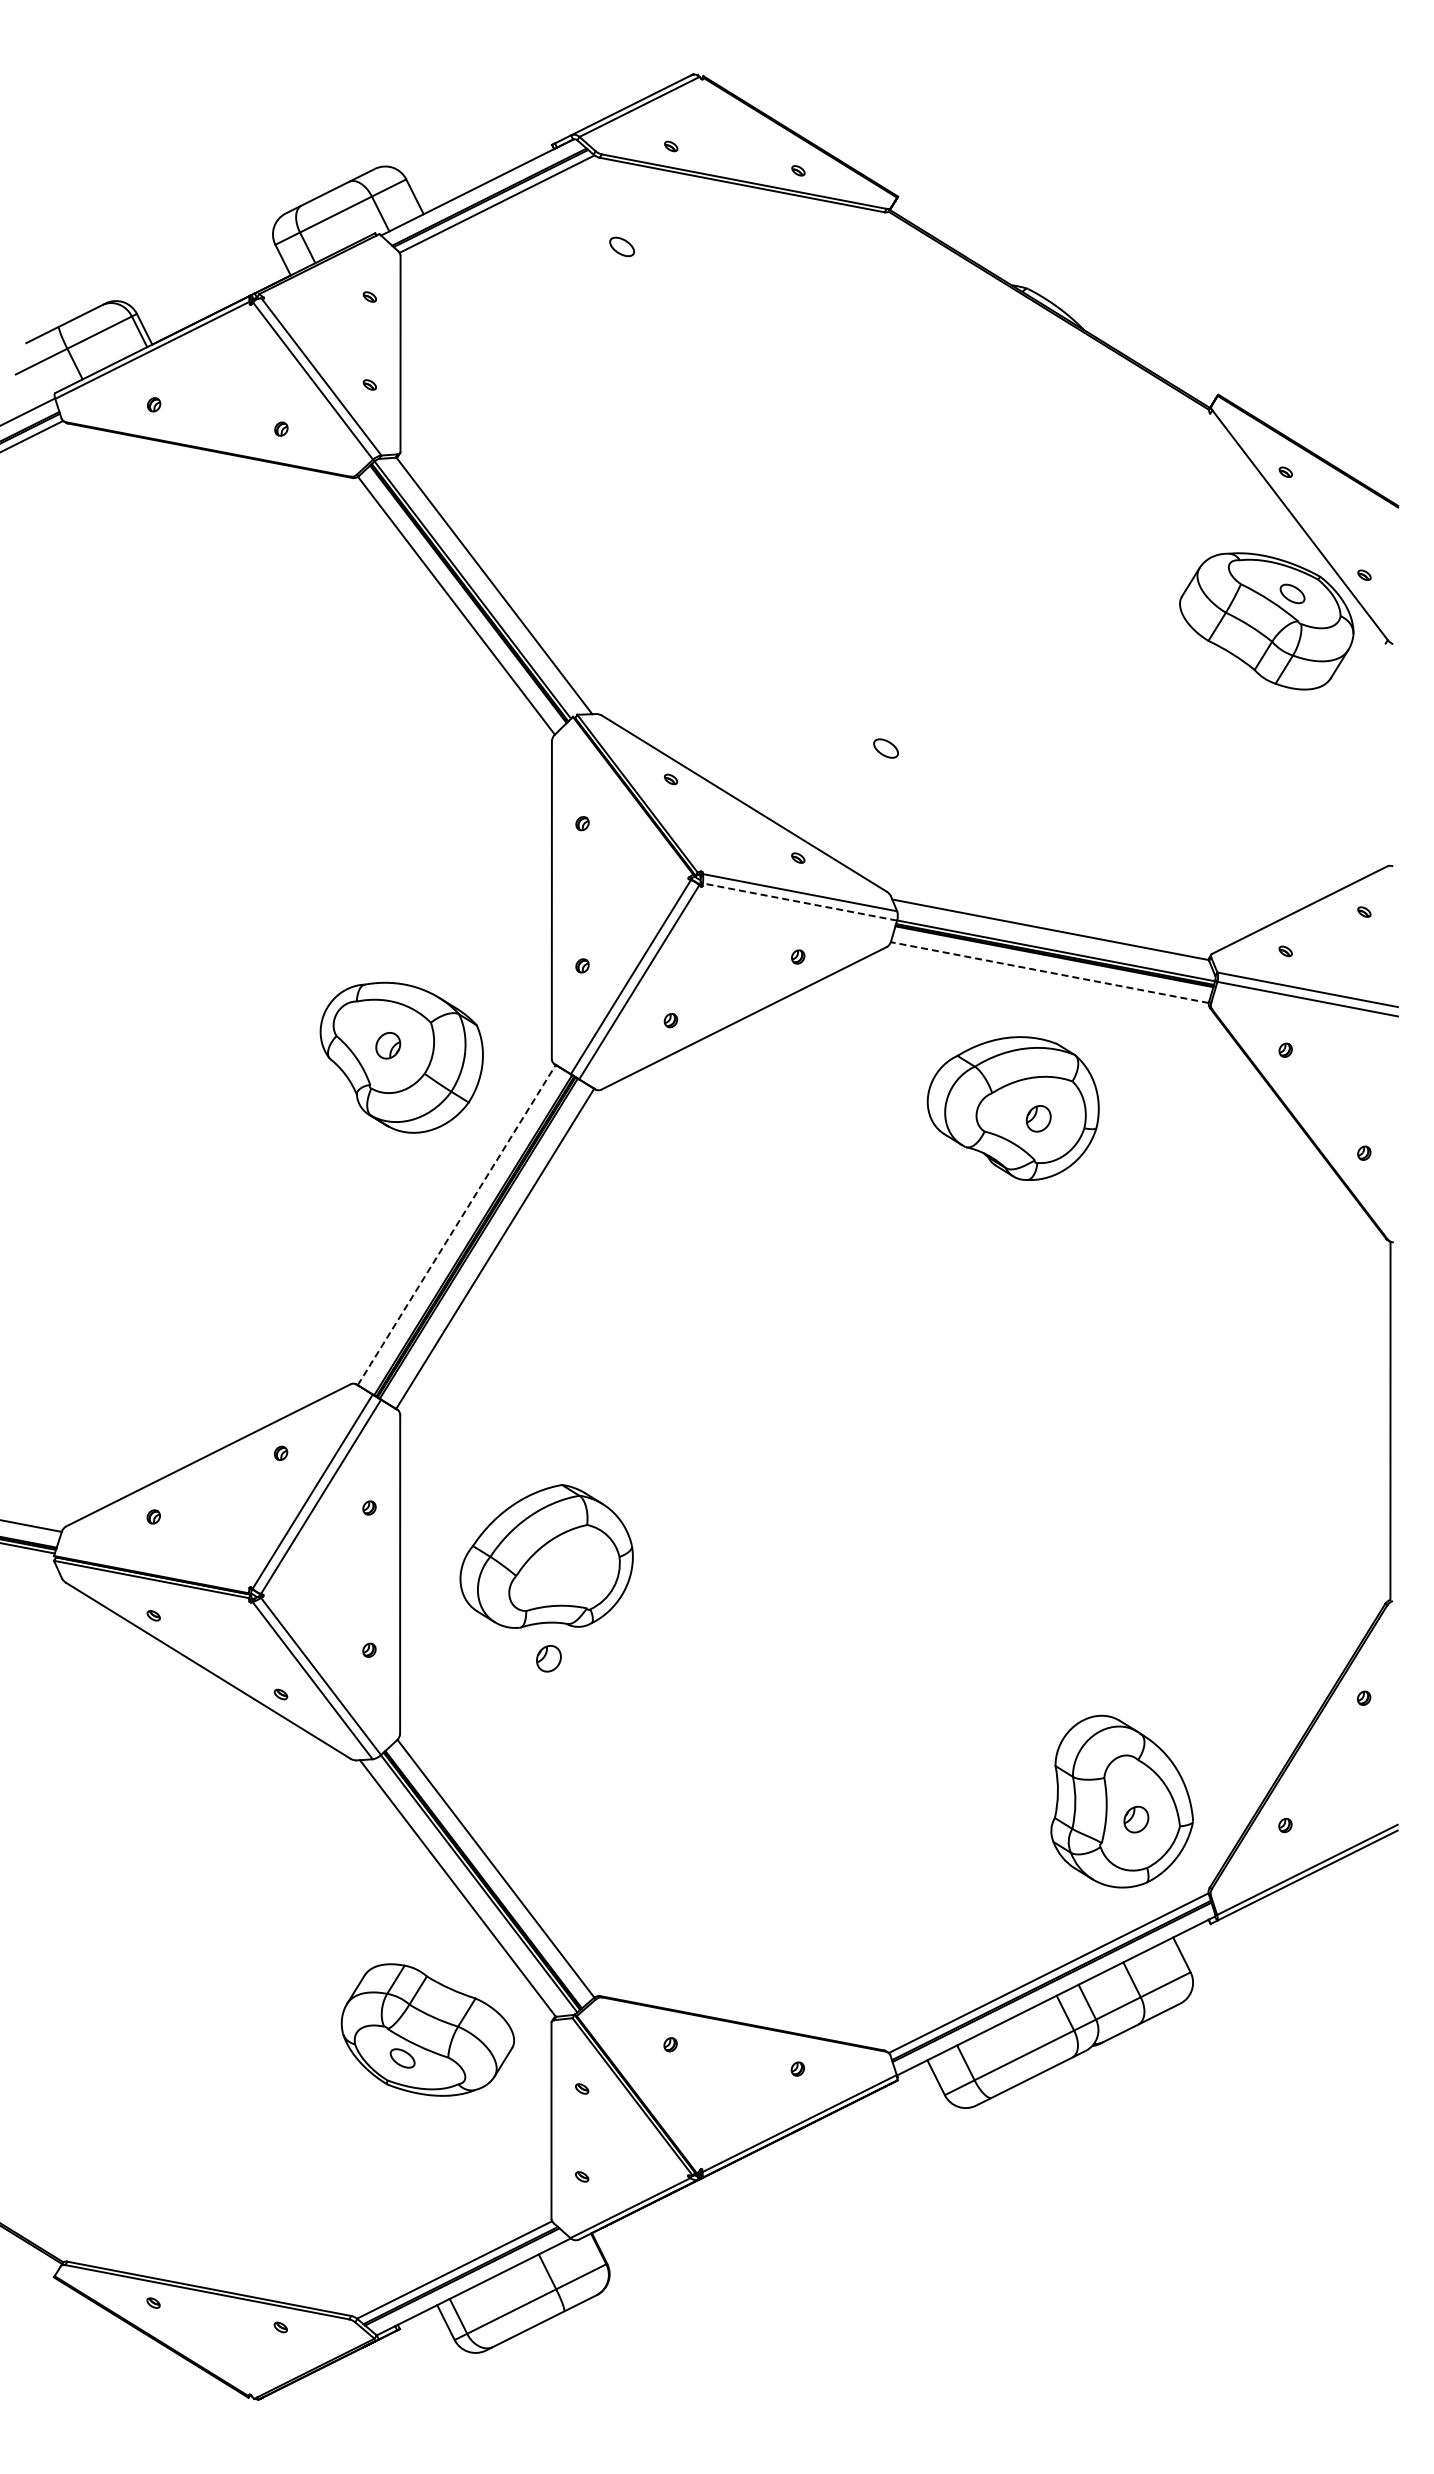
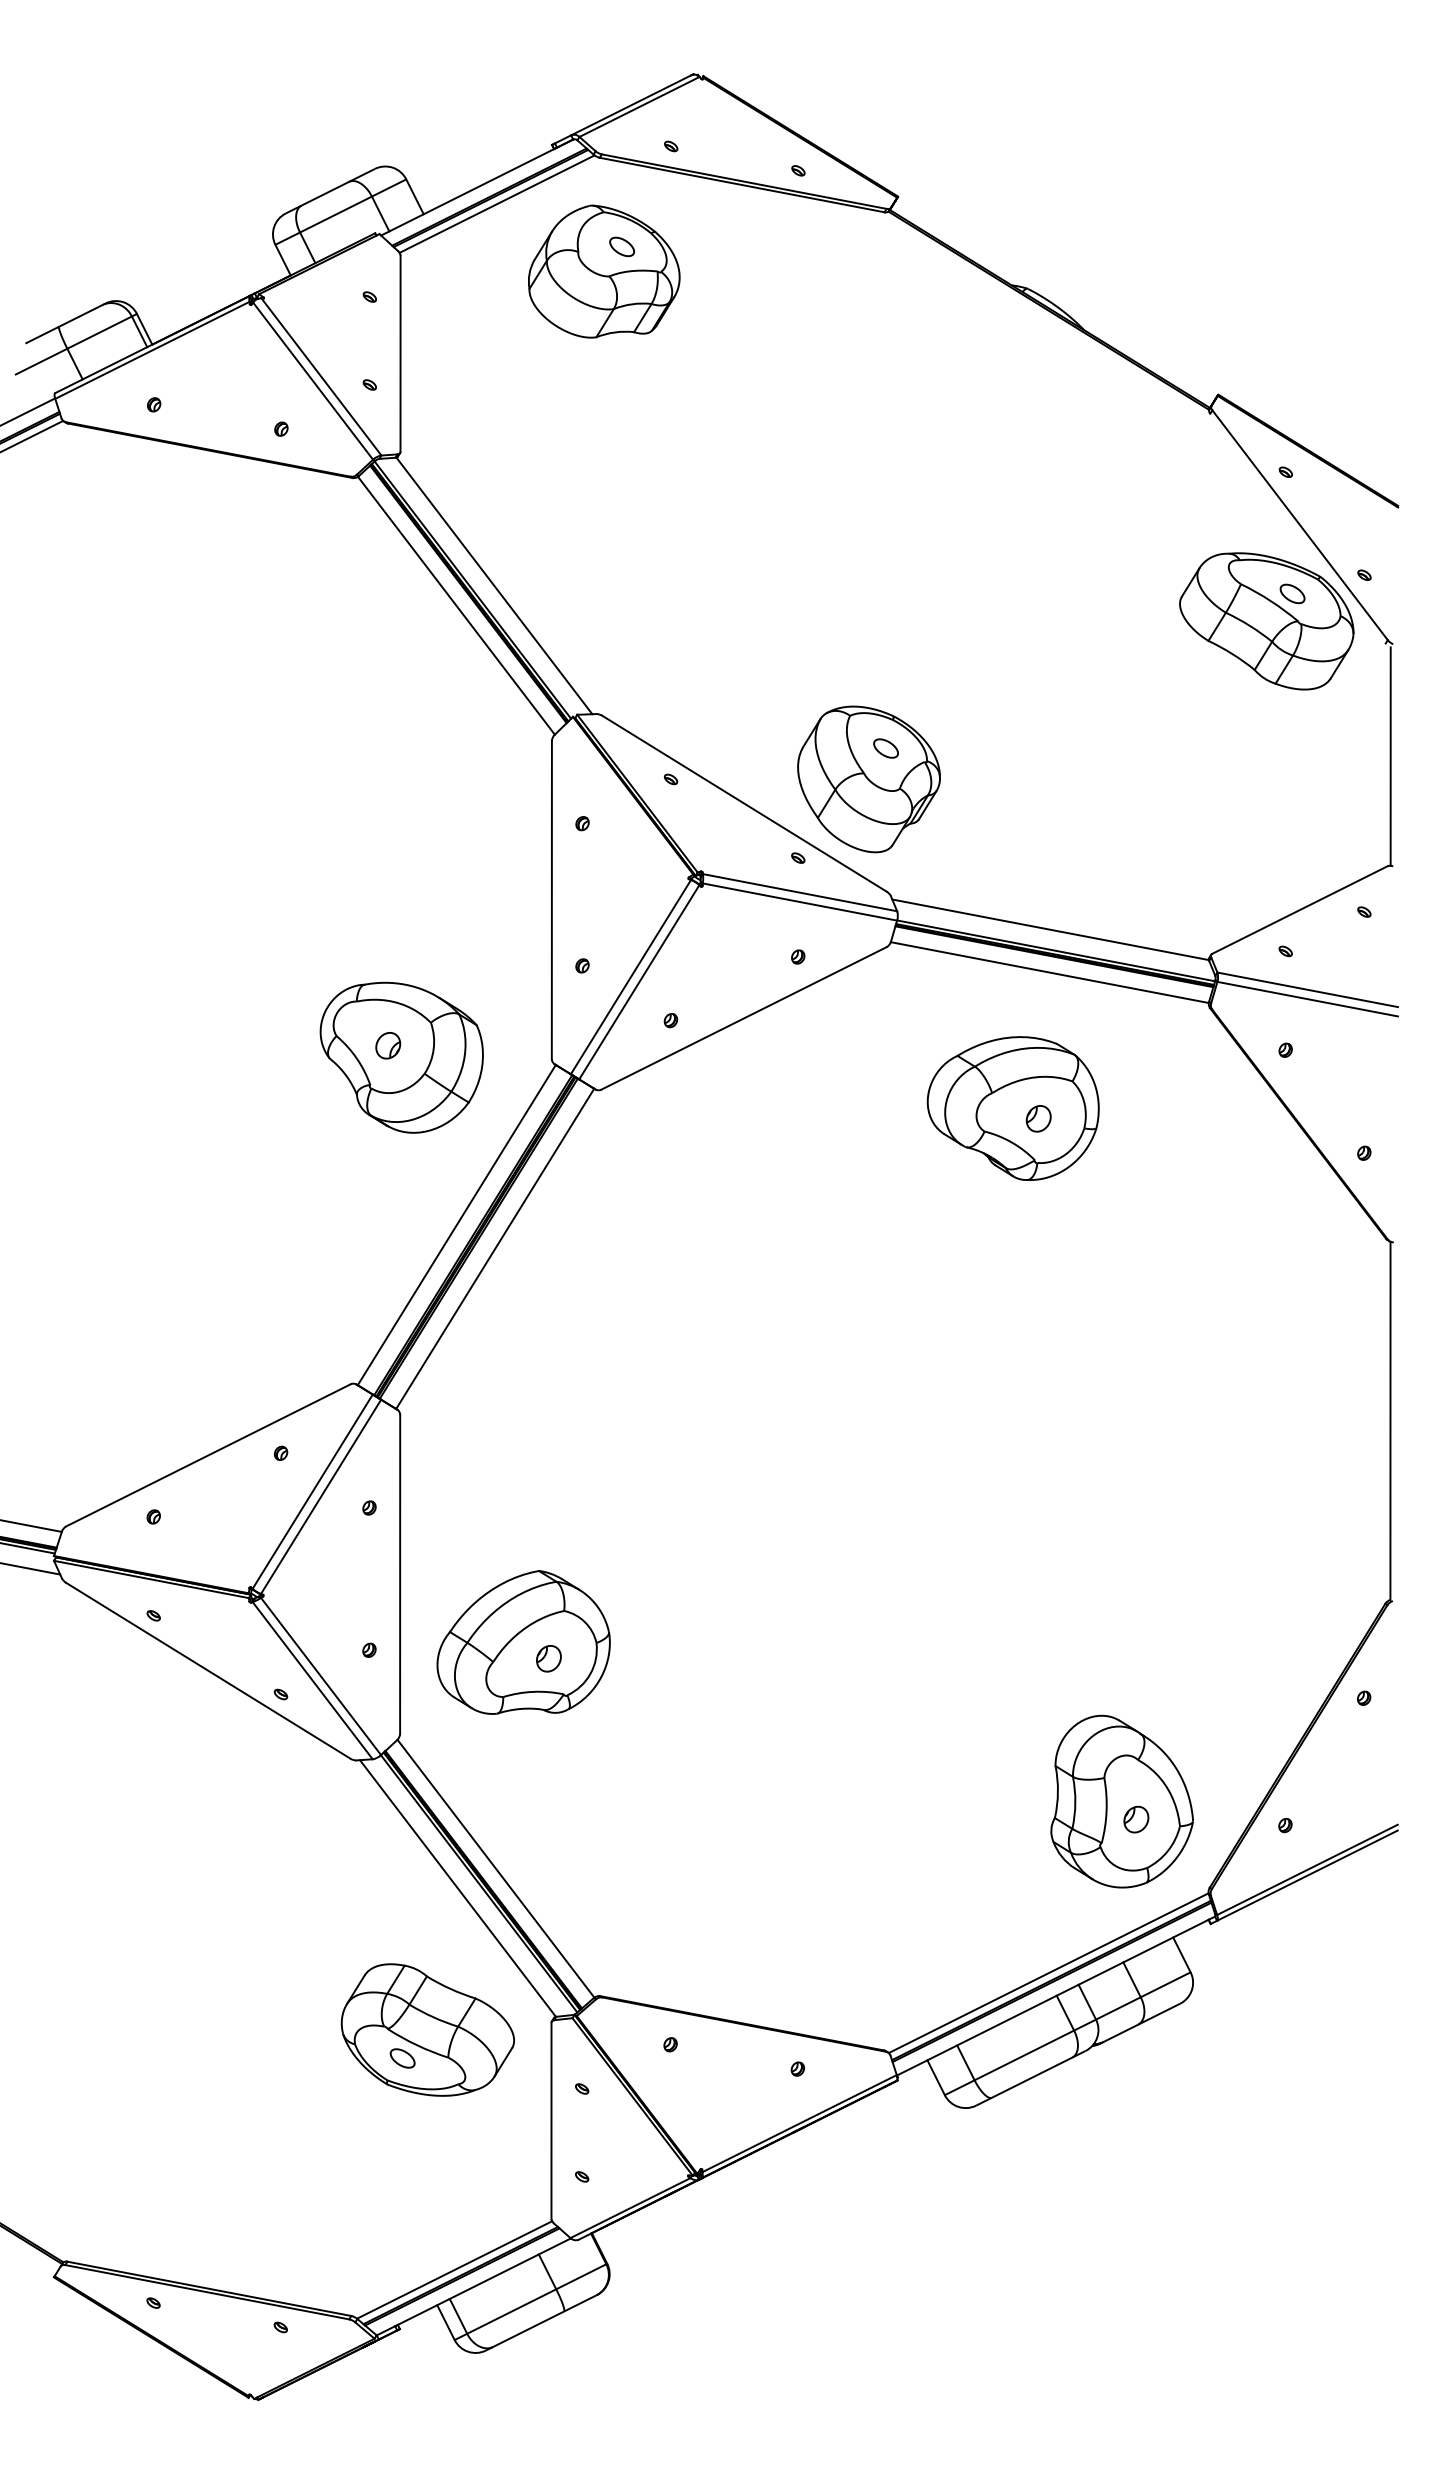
part at (604, 271): none -> present
line at (1390, 756): none -> present
part at (868, 779): none -> present
line at (800, 902): dashed -> solid
line at (1049, 972): dashed -> solid
line at (457, 1224): dashed -> solid
part at (546, 1556) position: (546, 1556) -> (523, 1642)
line at (31, 1568): none -> present
